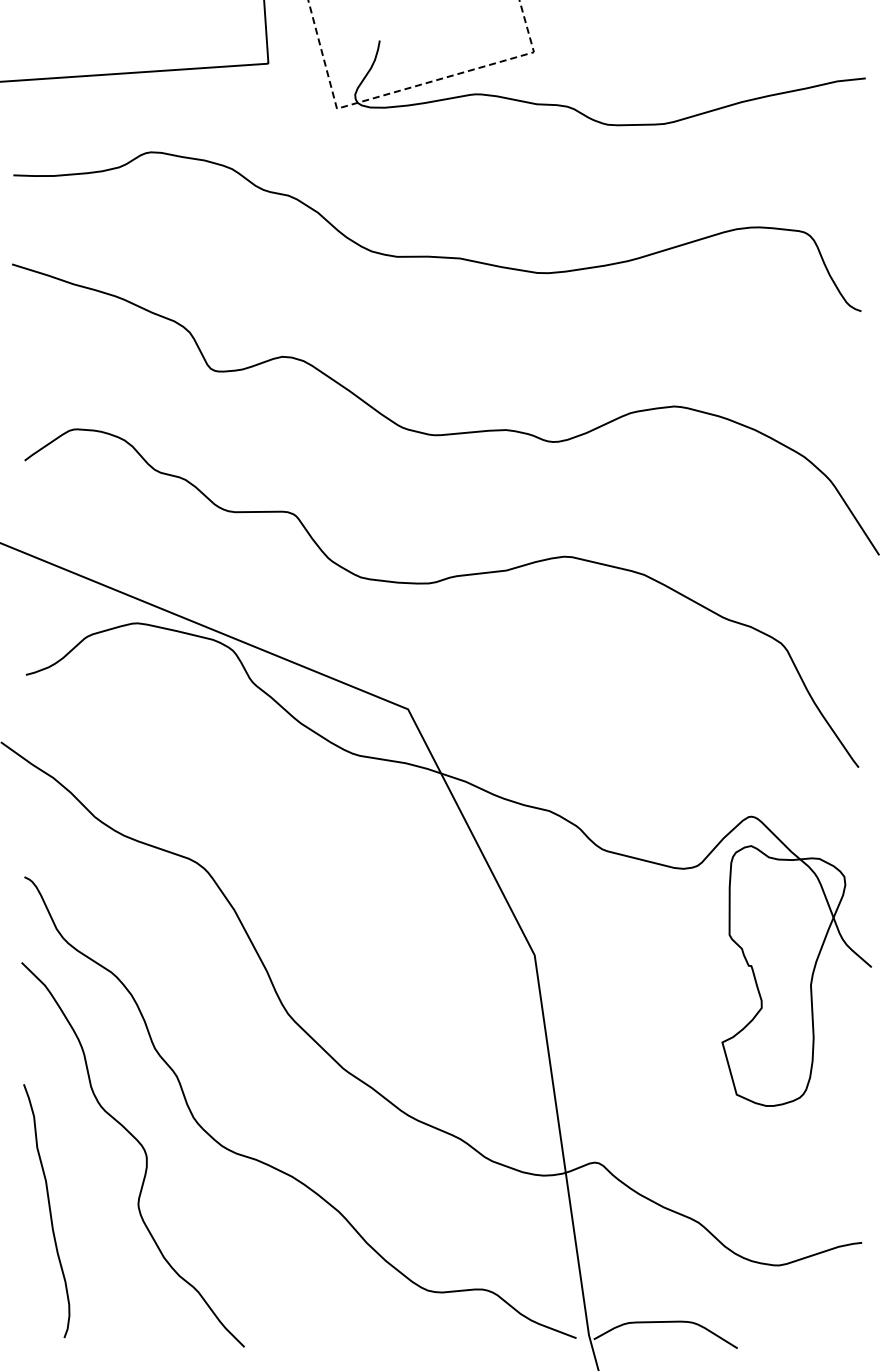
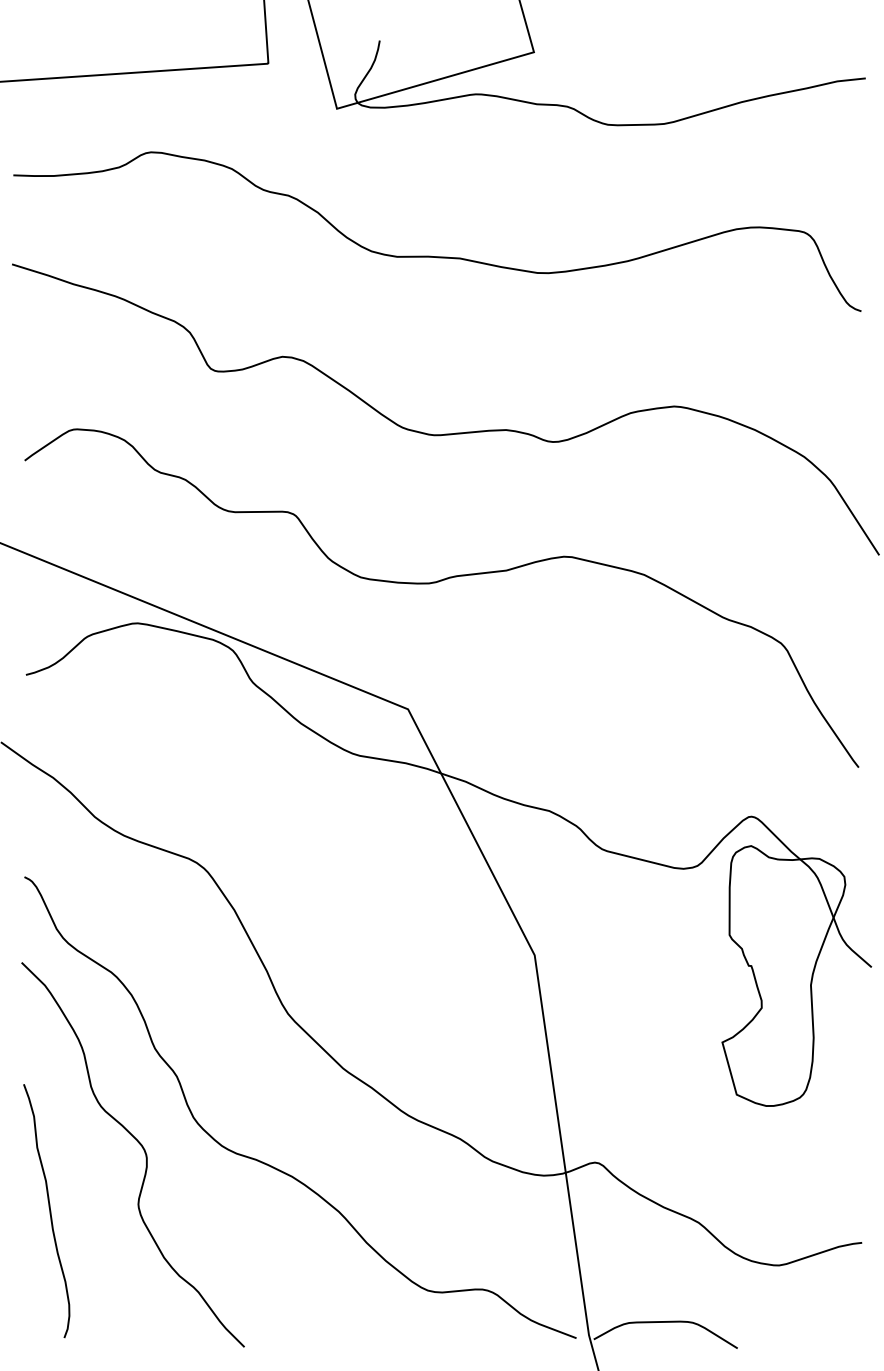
line at (407, 88): dashed -> solid
